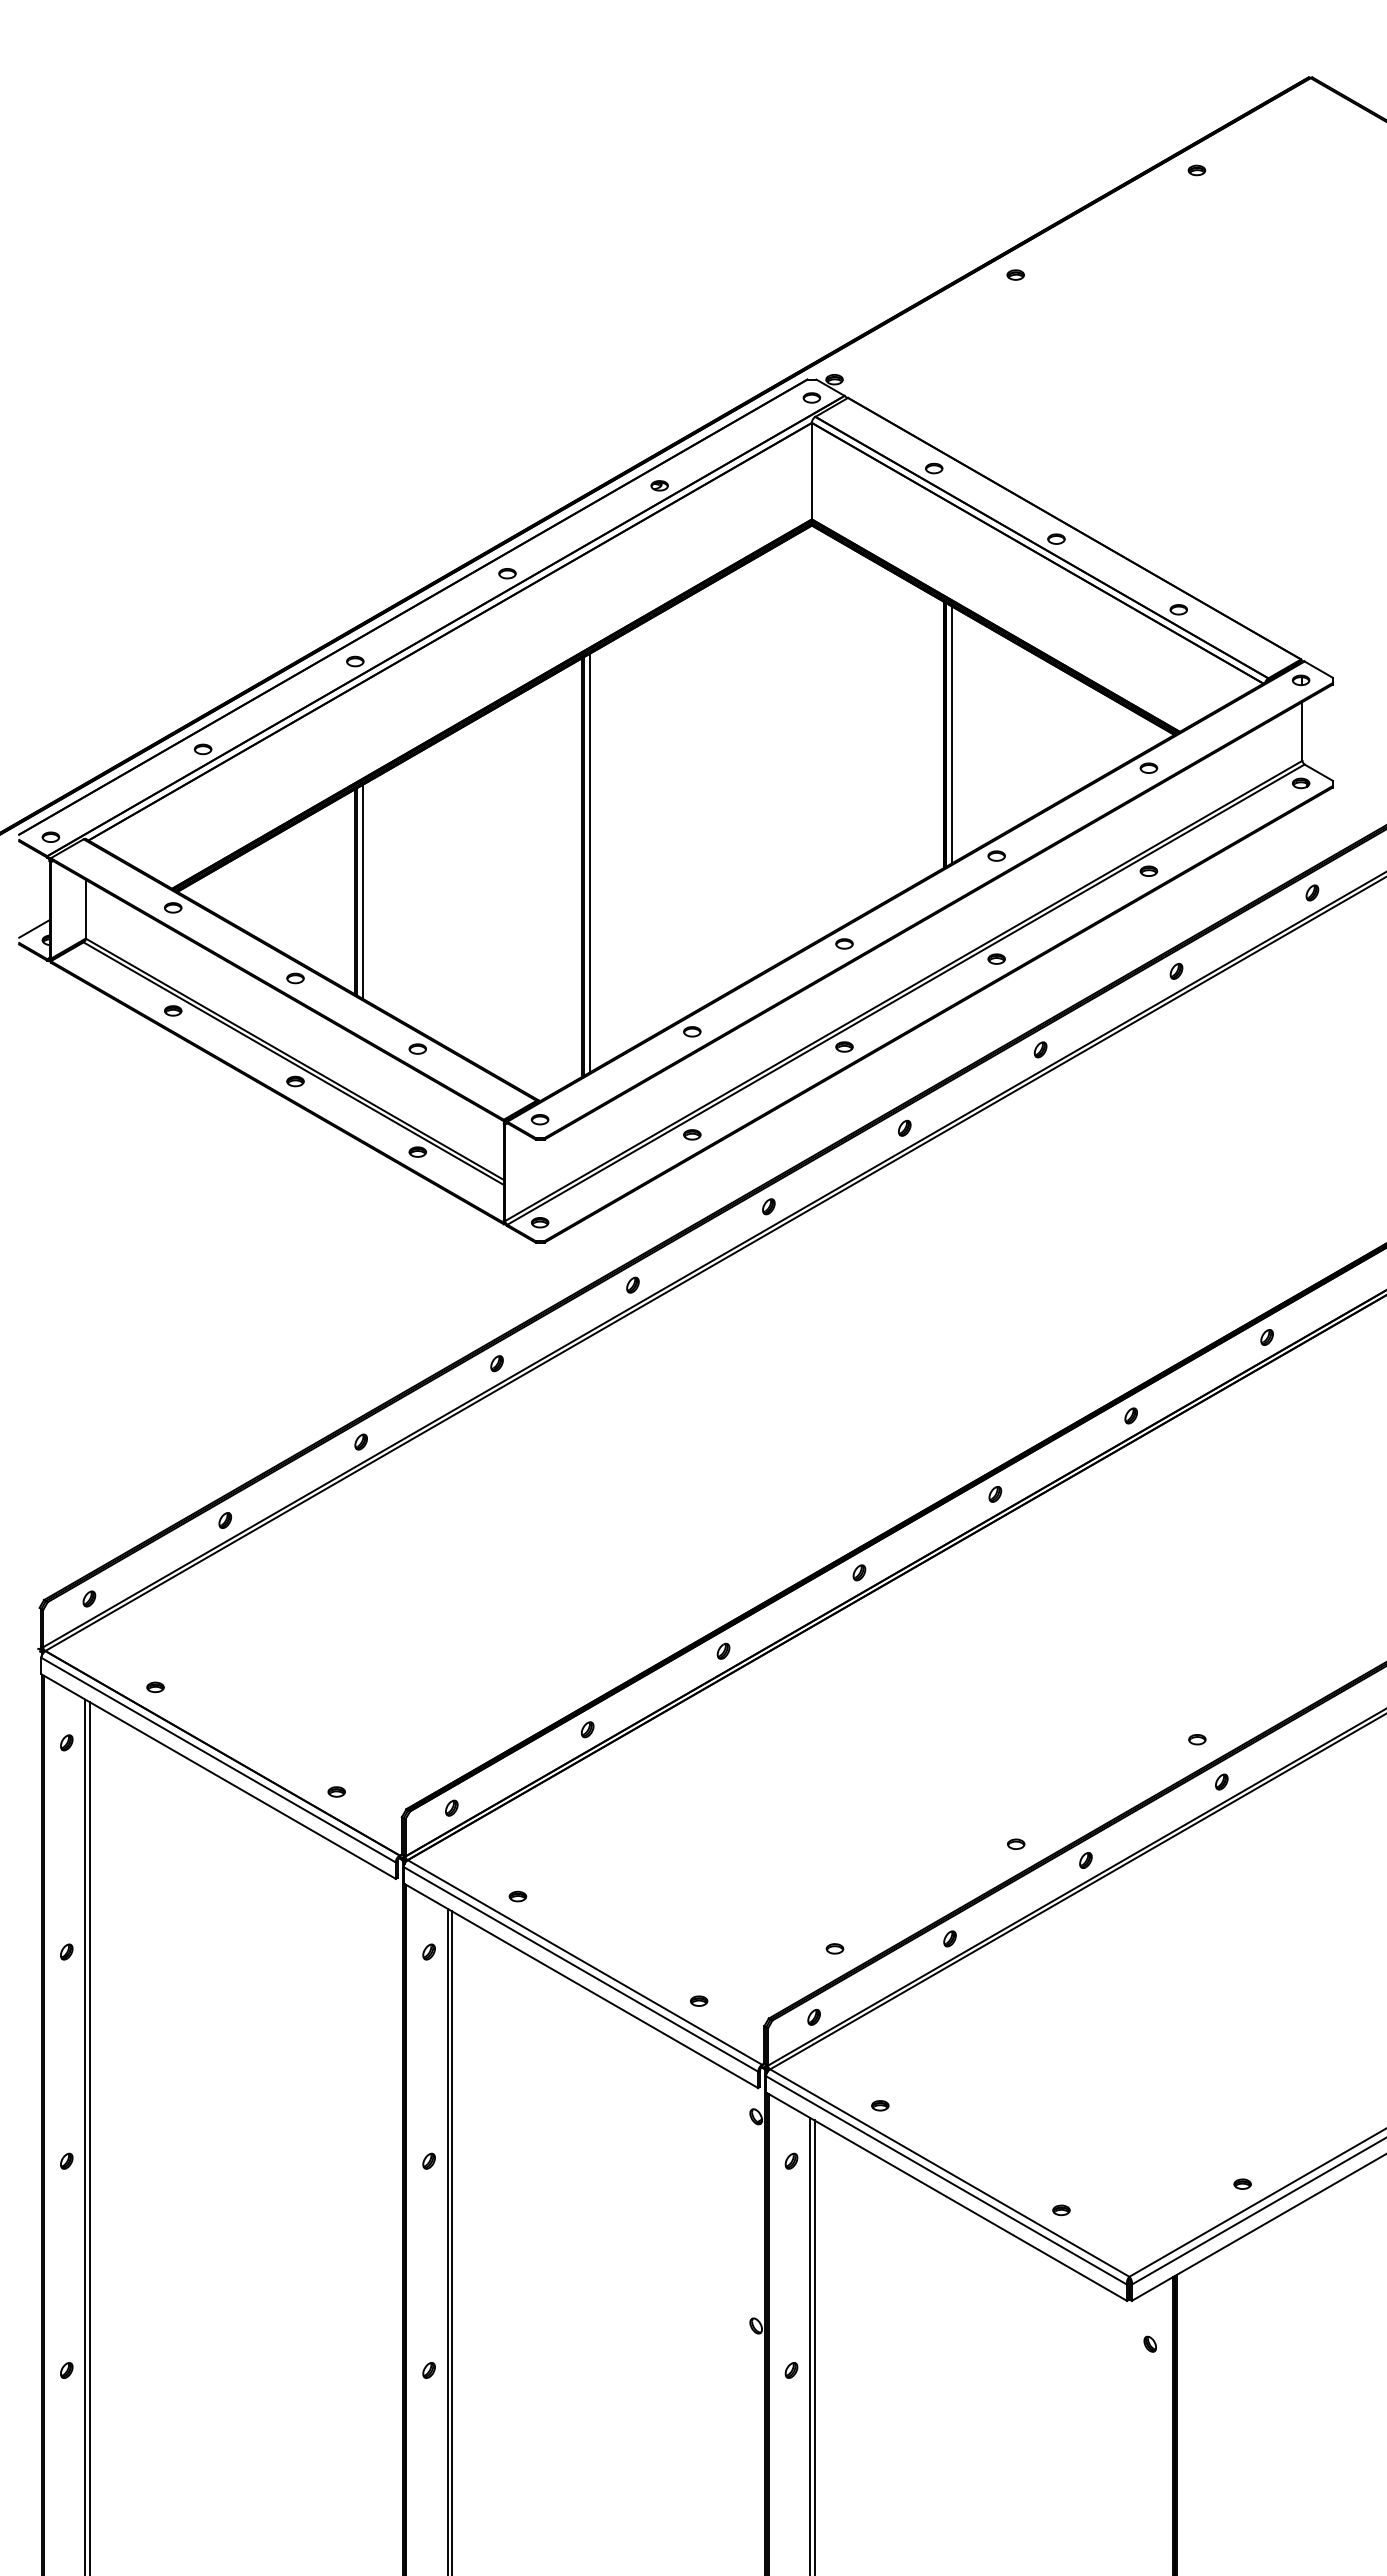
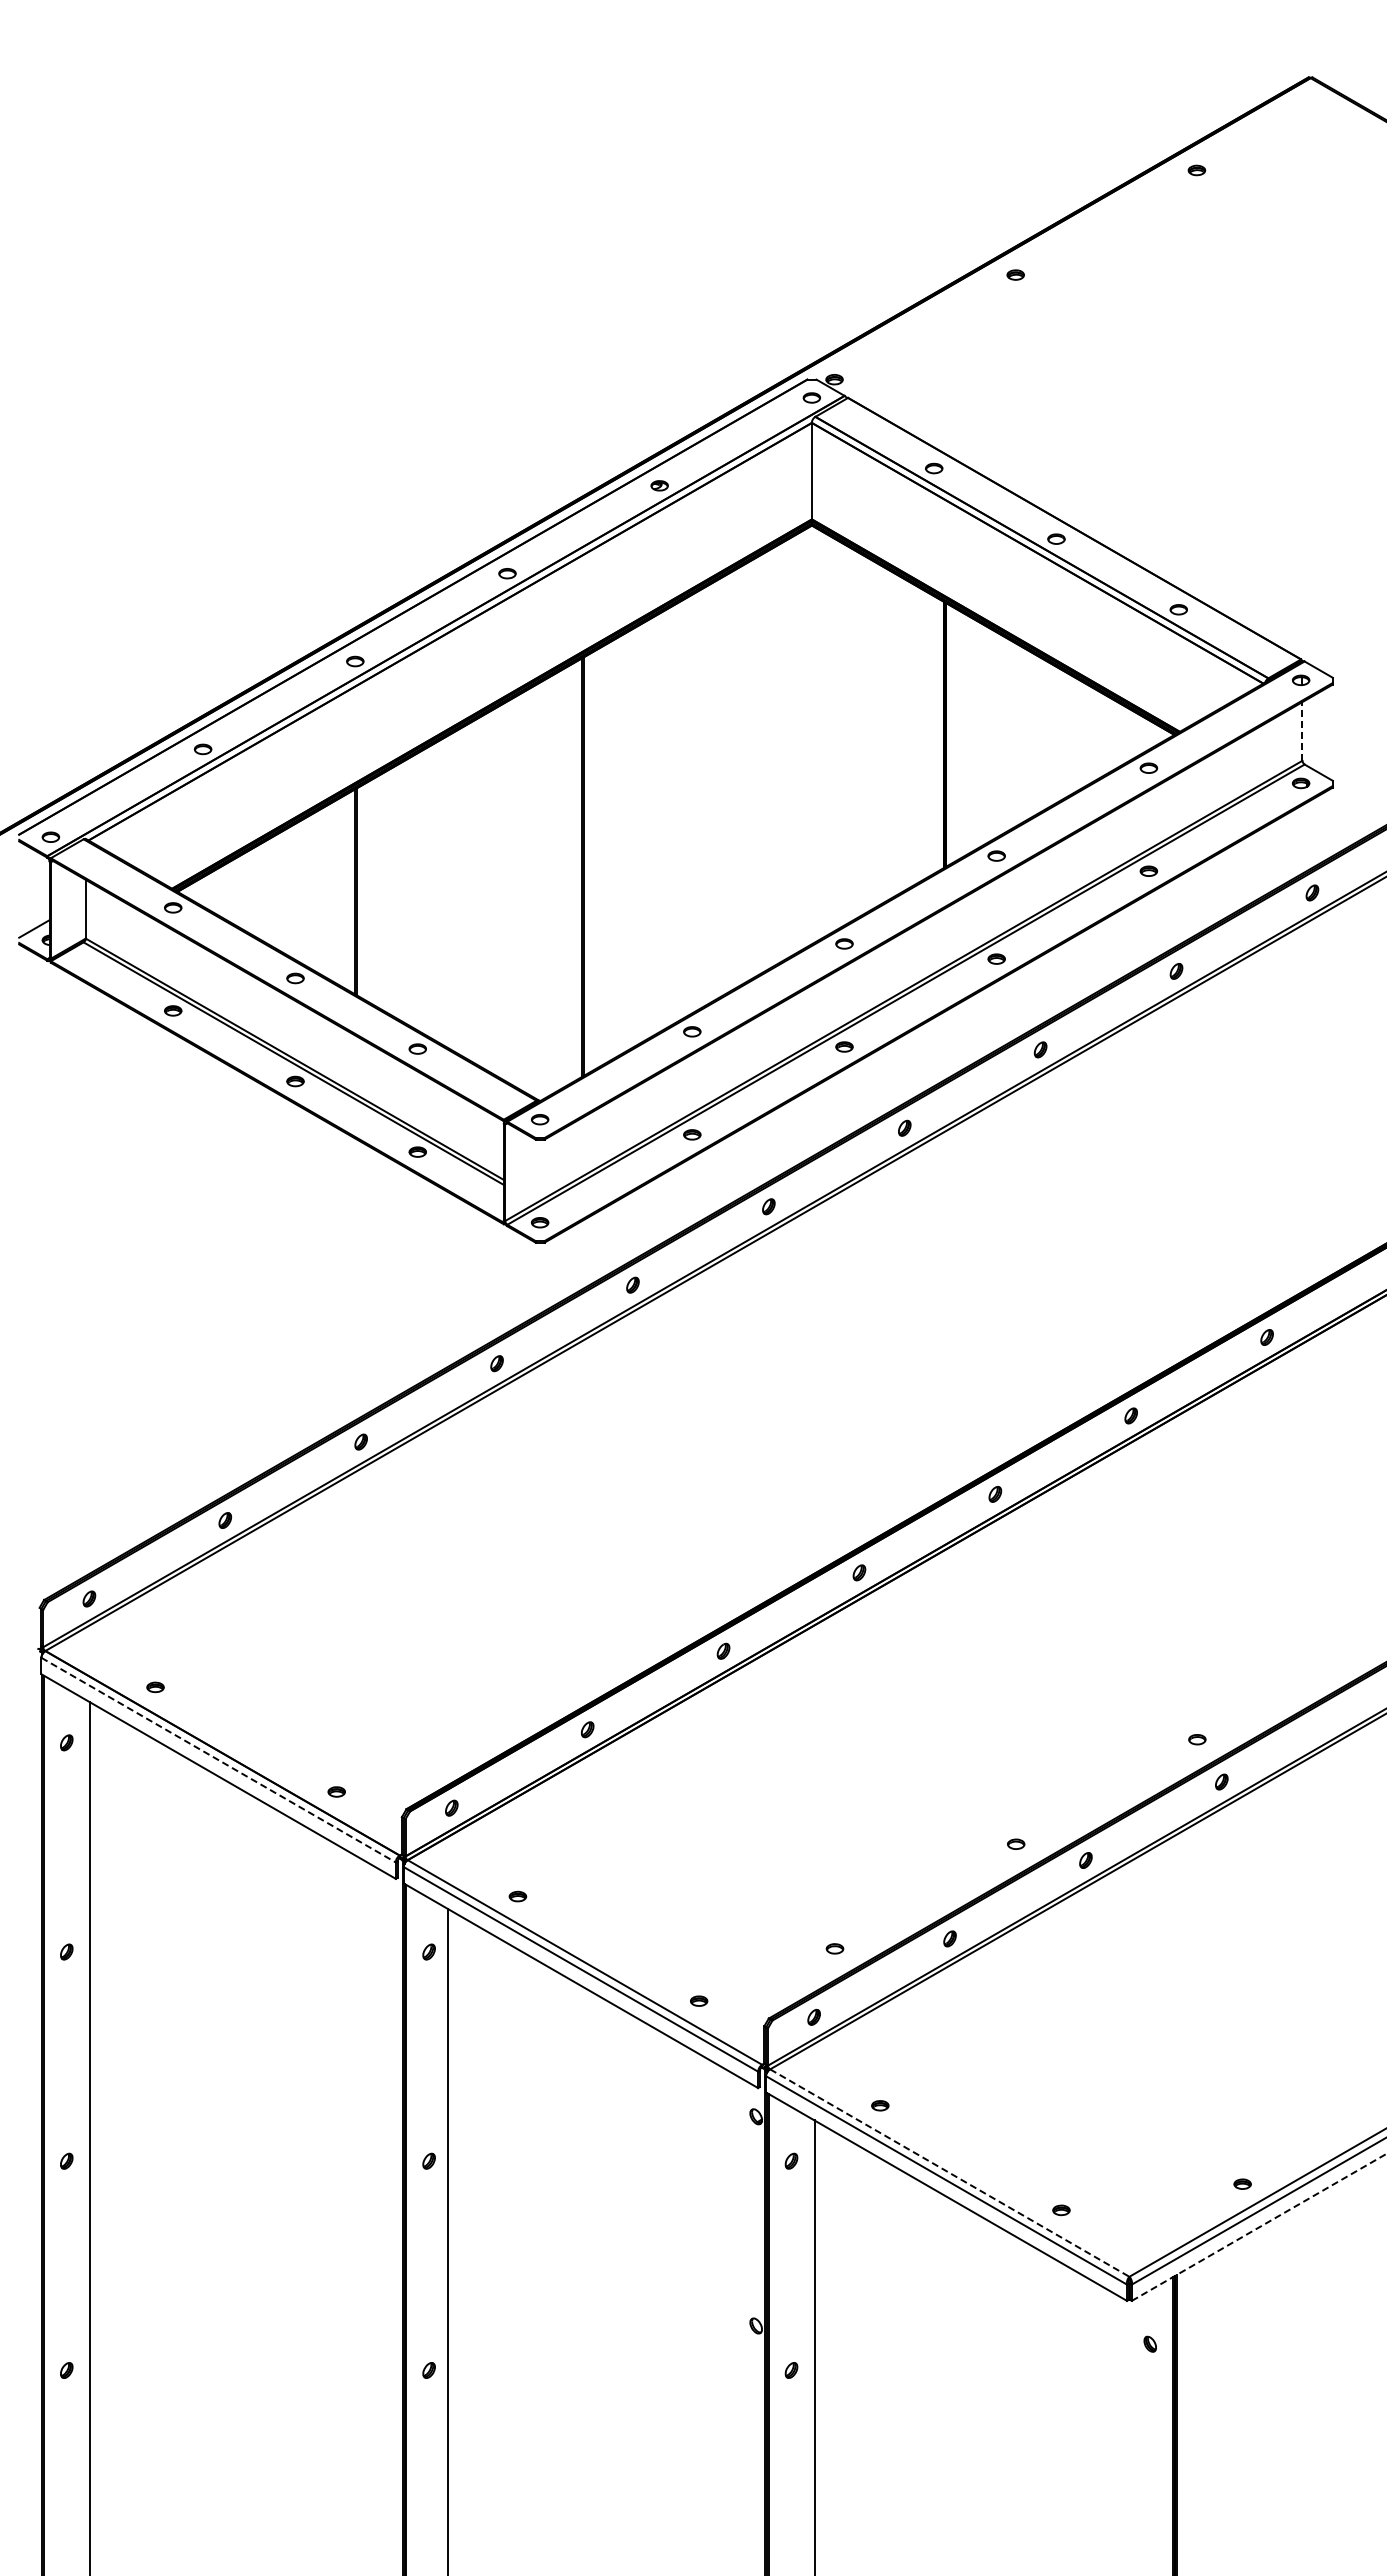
line at (1302, 730): solid -> dashed
line at (952, 734): present -> none
line at (589, 862): present -> none
line at (363, 891): present -> none
line at (218, 1760): solid -> dashed
line at (85, 2135): present -> none
line at (950, 2173): solid -> dashed
line at (1259, 2227): solid -> dashed
line at (452, 2241): present -> none
line at (810, 2345): present -> none
